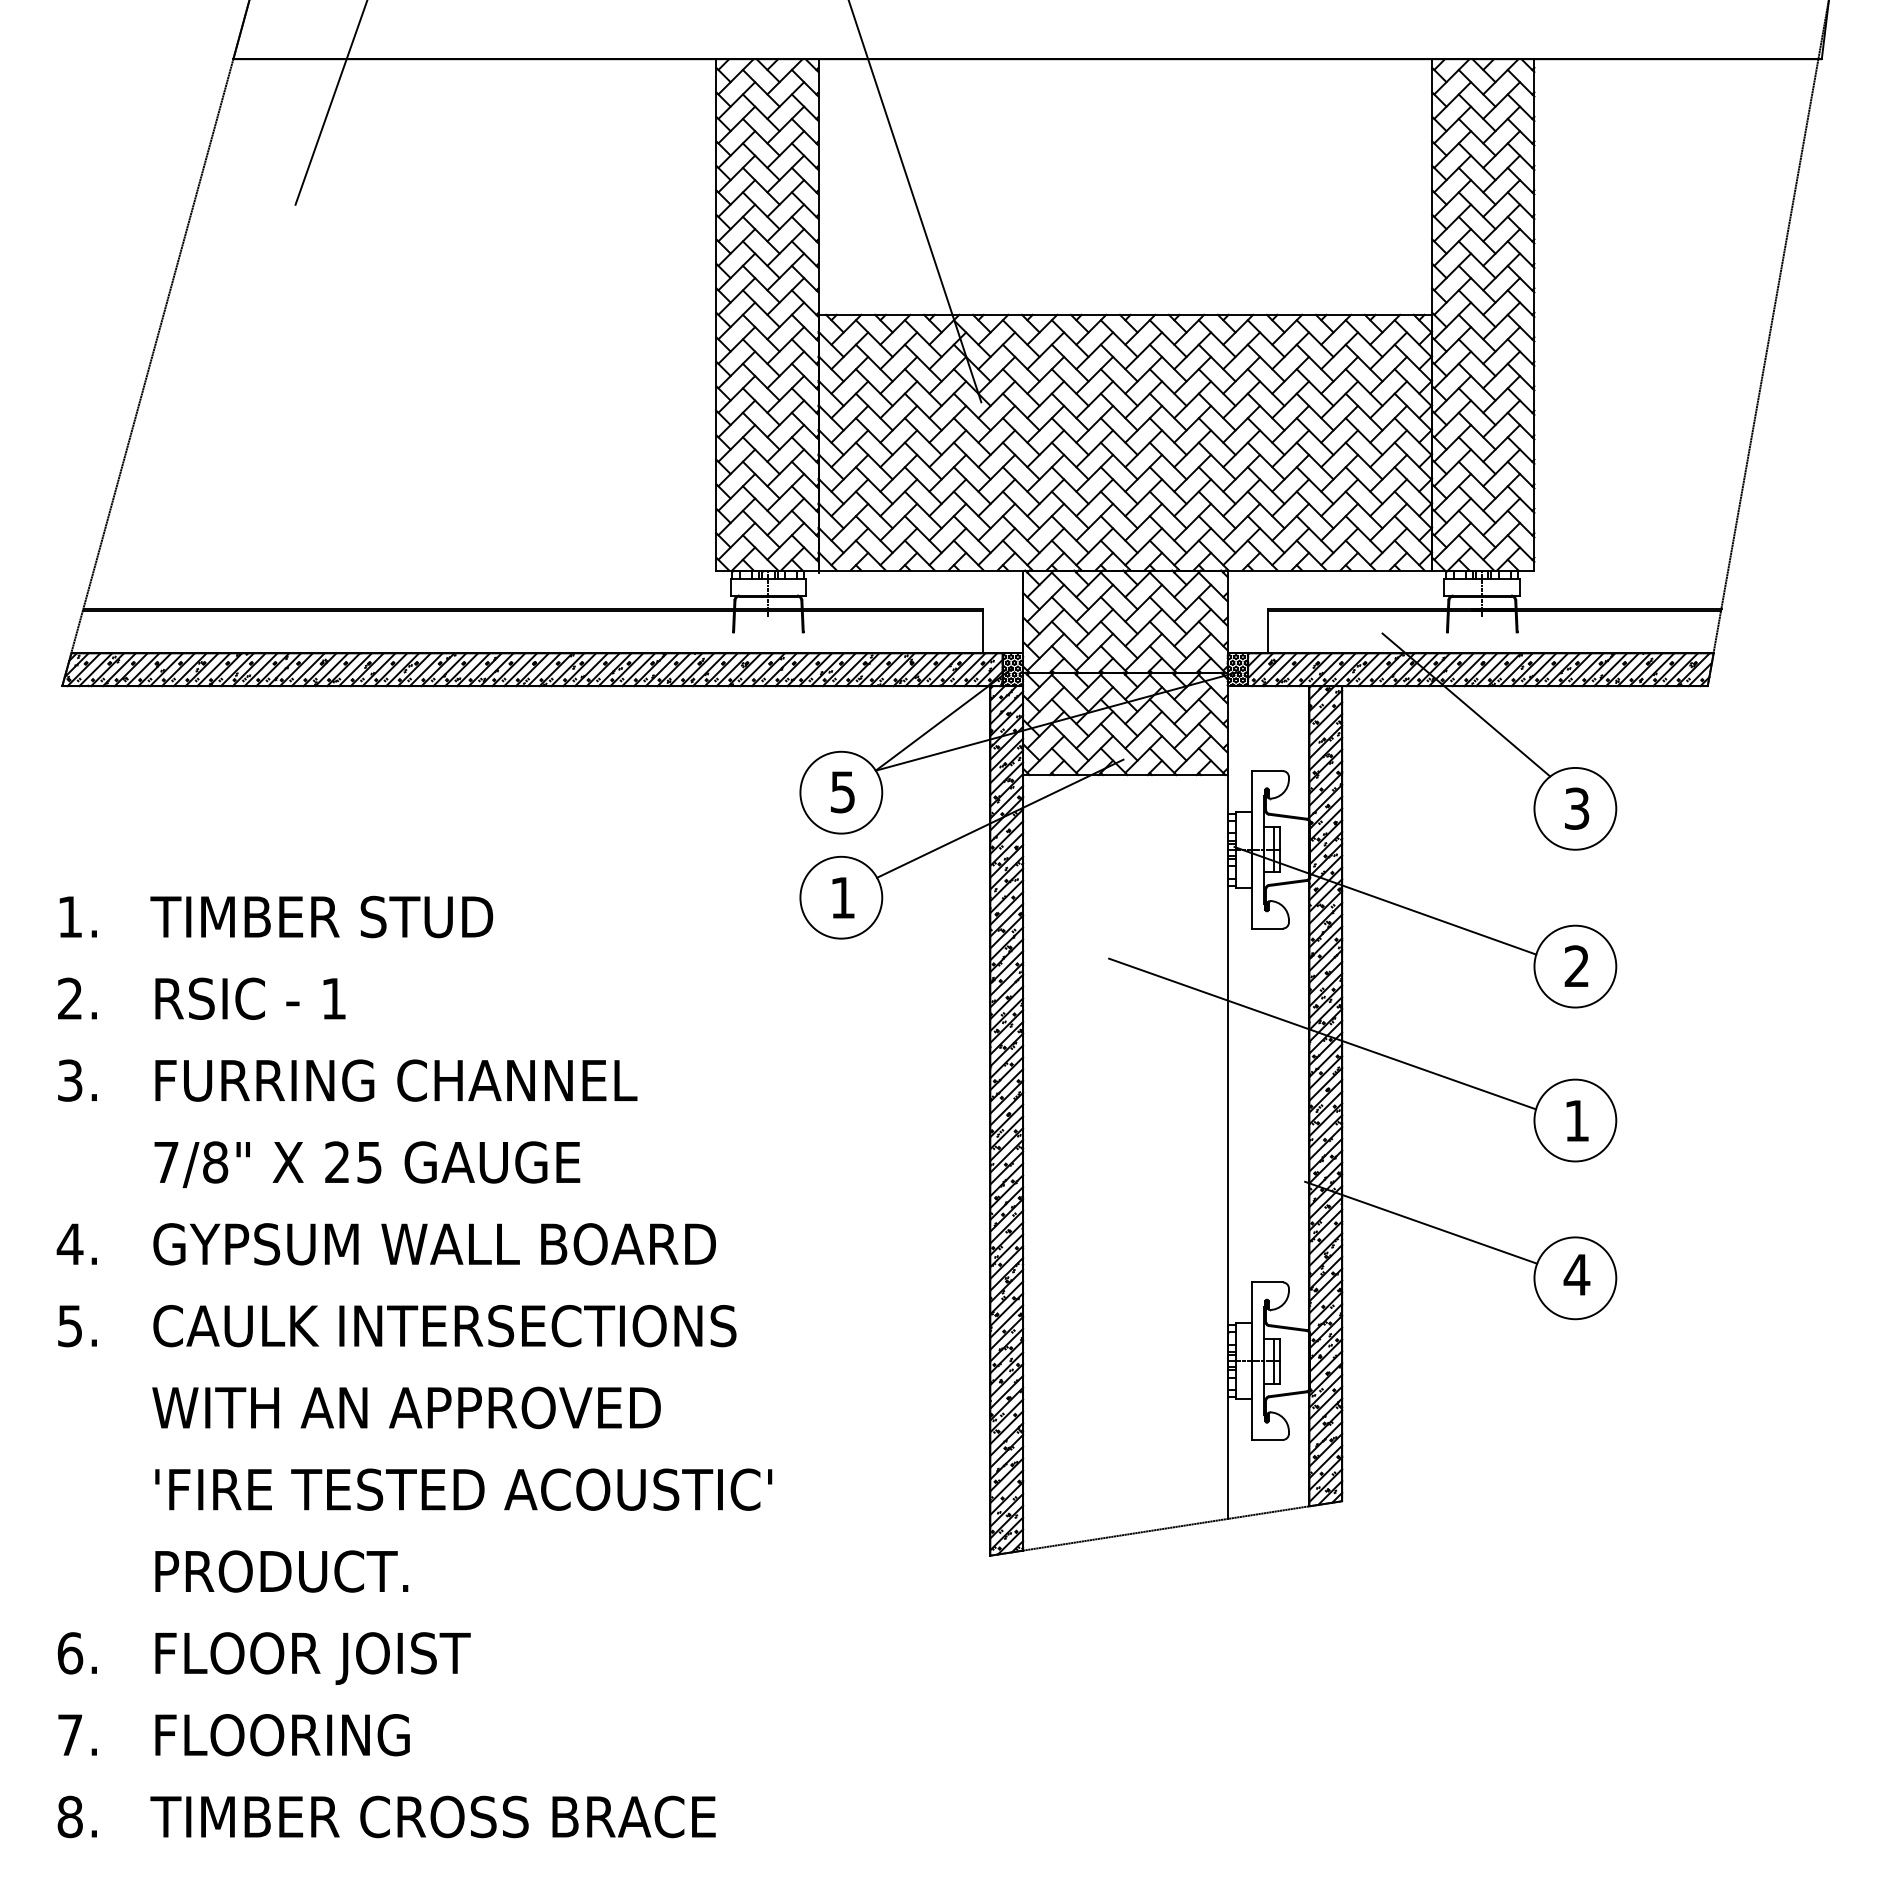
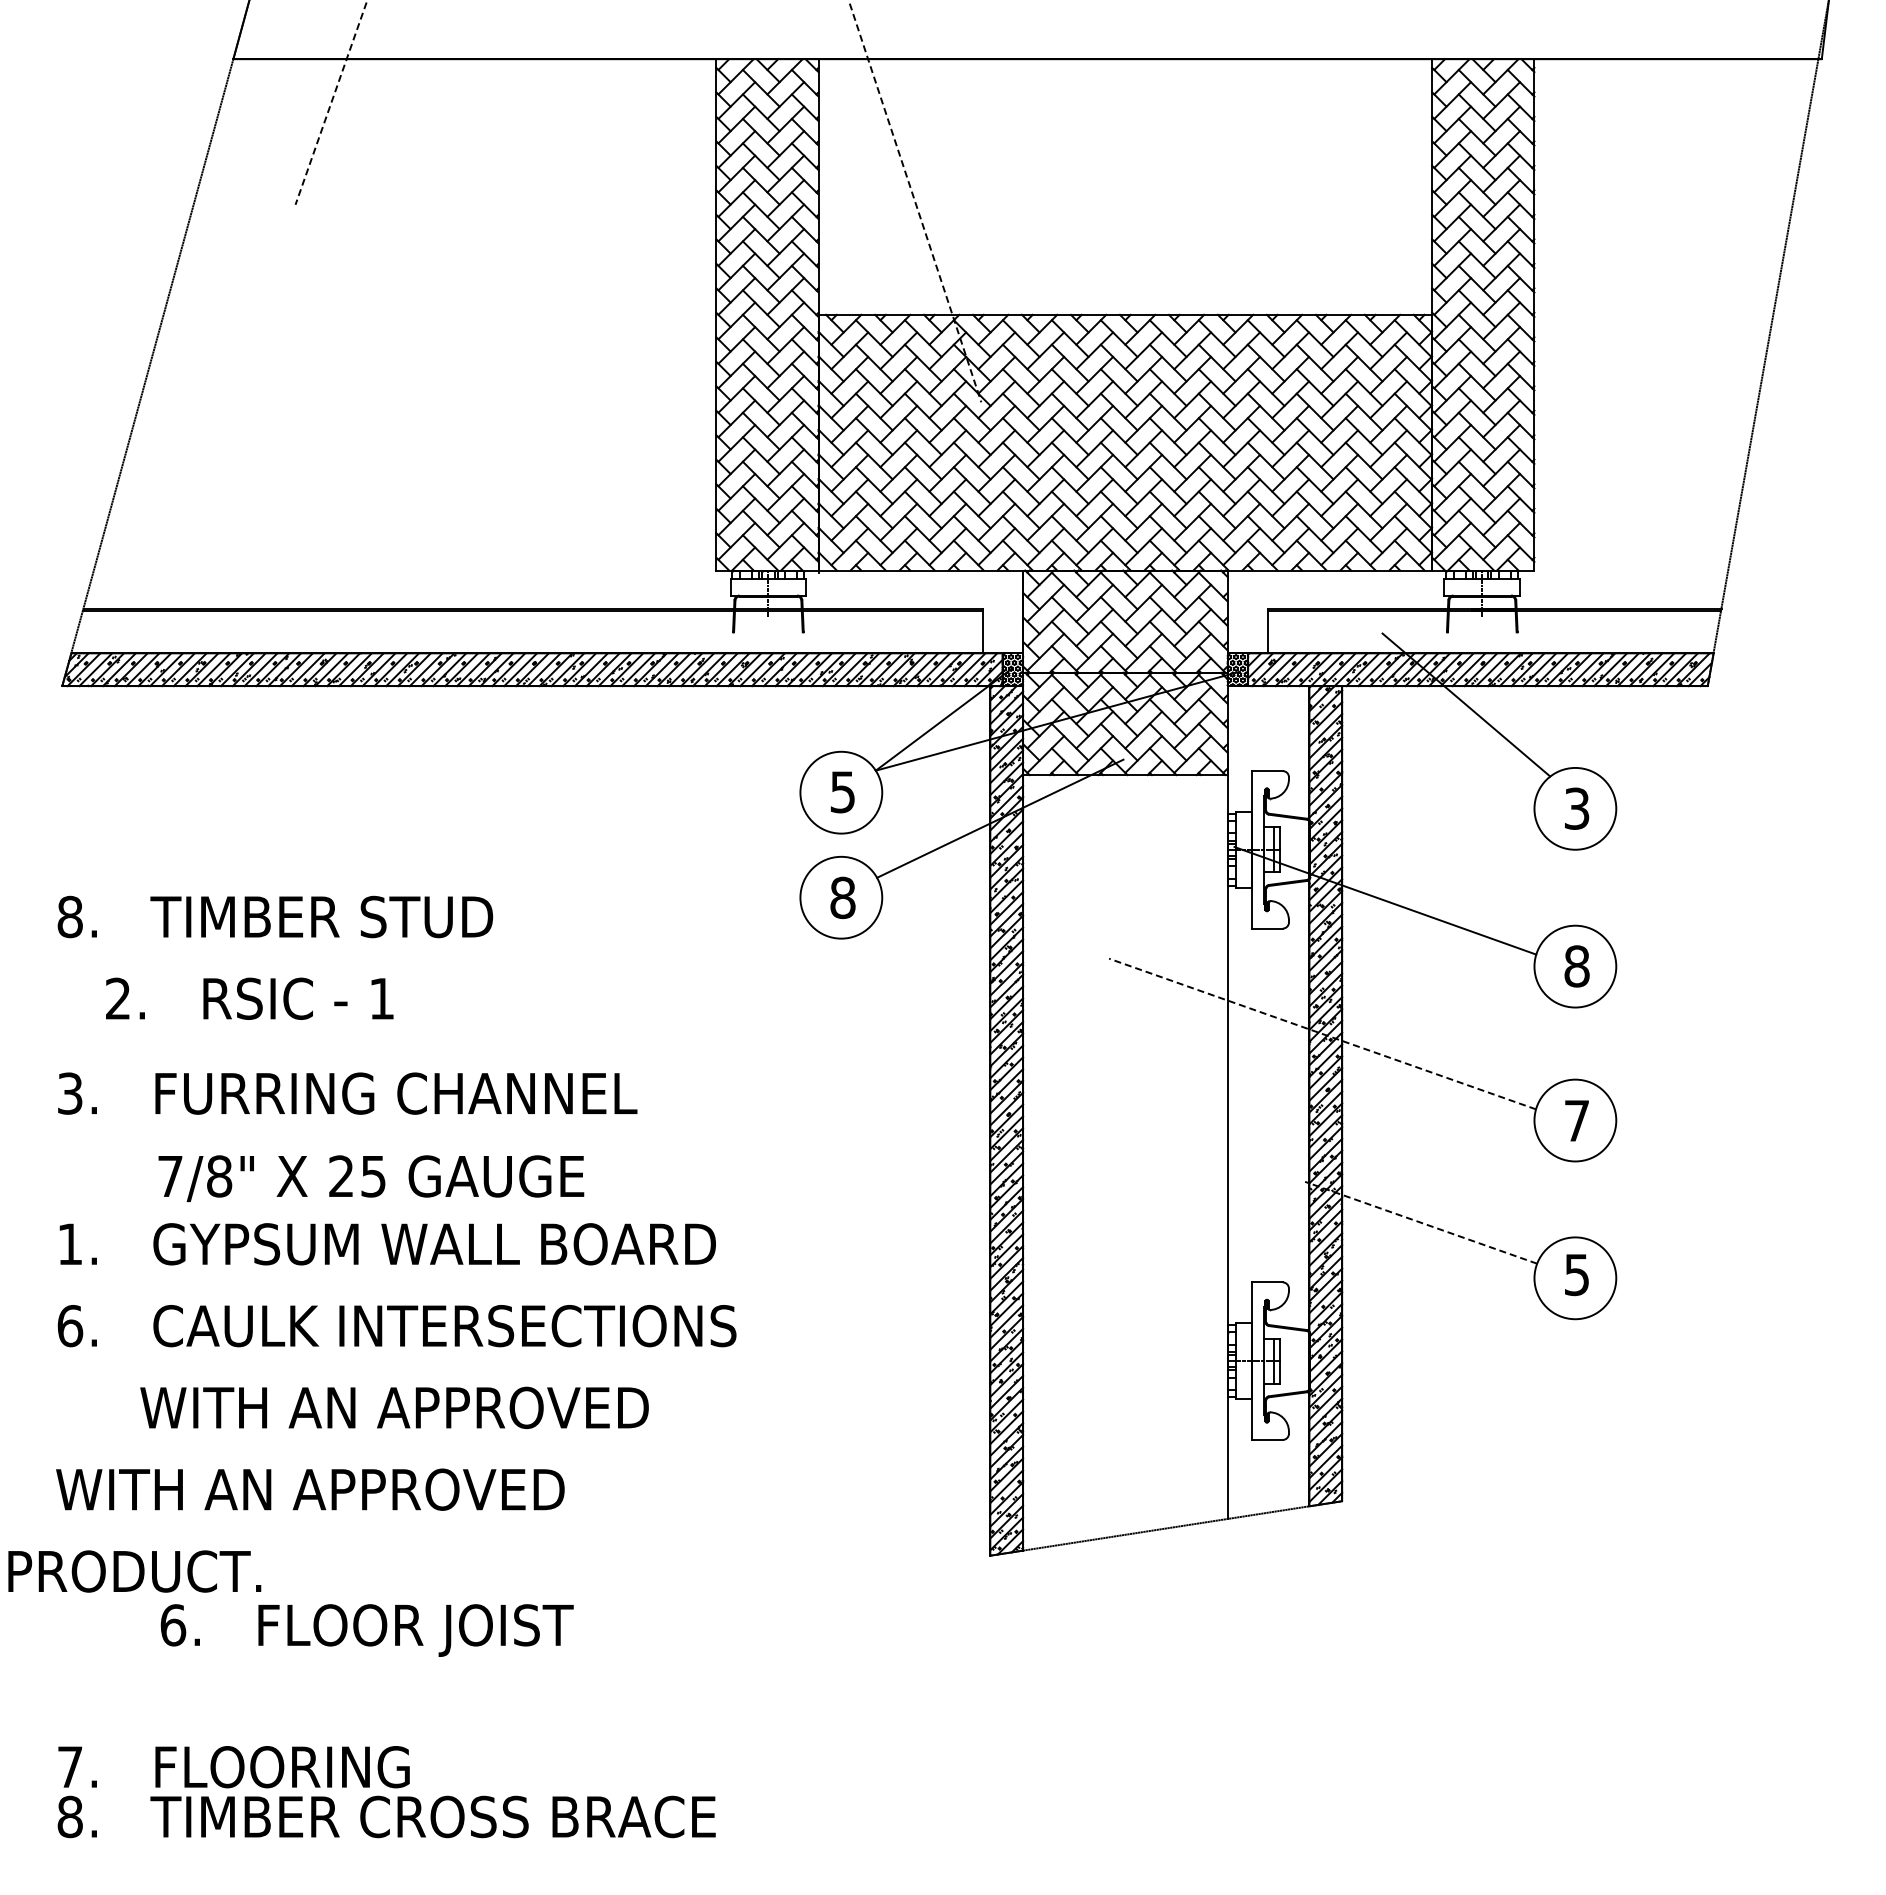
line at (331, 103): solid -> dashed
line at (915, 202): solid -> dashed
text at (842, 897): 1 -> 8
text at (69, 916): 1. -> 8.
text at (1576, 966): 2 -> 8
text at (201, 998) position: (201, 998) -> (249, 998)
line at (1322, 1033): solid -> dashed
text at (347, 1080) position: (347, 1080) -> (347, 1093)
text at (1576, 1120): 1 -> 7
text at (367, 1164) position: (367, 1164) -> (371, 1178)
line at (1420, 1222): solid -> dashed
text at (69, 1243): 4. -> 1.
text at (1576, 1275): 4 -> 5
text at (70, 1326): 5. -> 6.
text at (406, 1407) position: (406, 1407) -> (394, 1407)
text at (414, 1489): 'FIRE TESTED ACOUSTIC' -> WITH AN APPROVED
text at (281, 1571) position: (281, 1571) -> (134, 1571)
text at (263, 1658) position: (263, 1658) -> (366, 1630)
text at (233, 1735) position: (233, 1735) -> (233, 1767)
